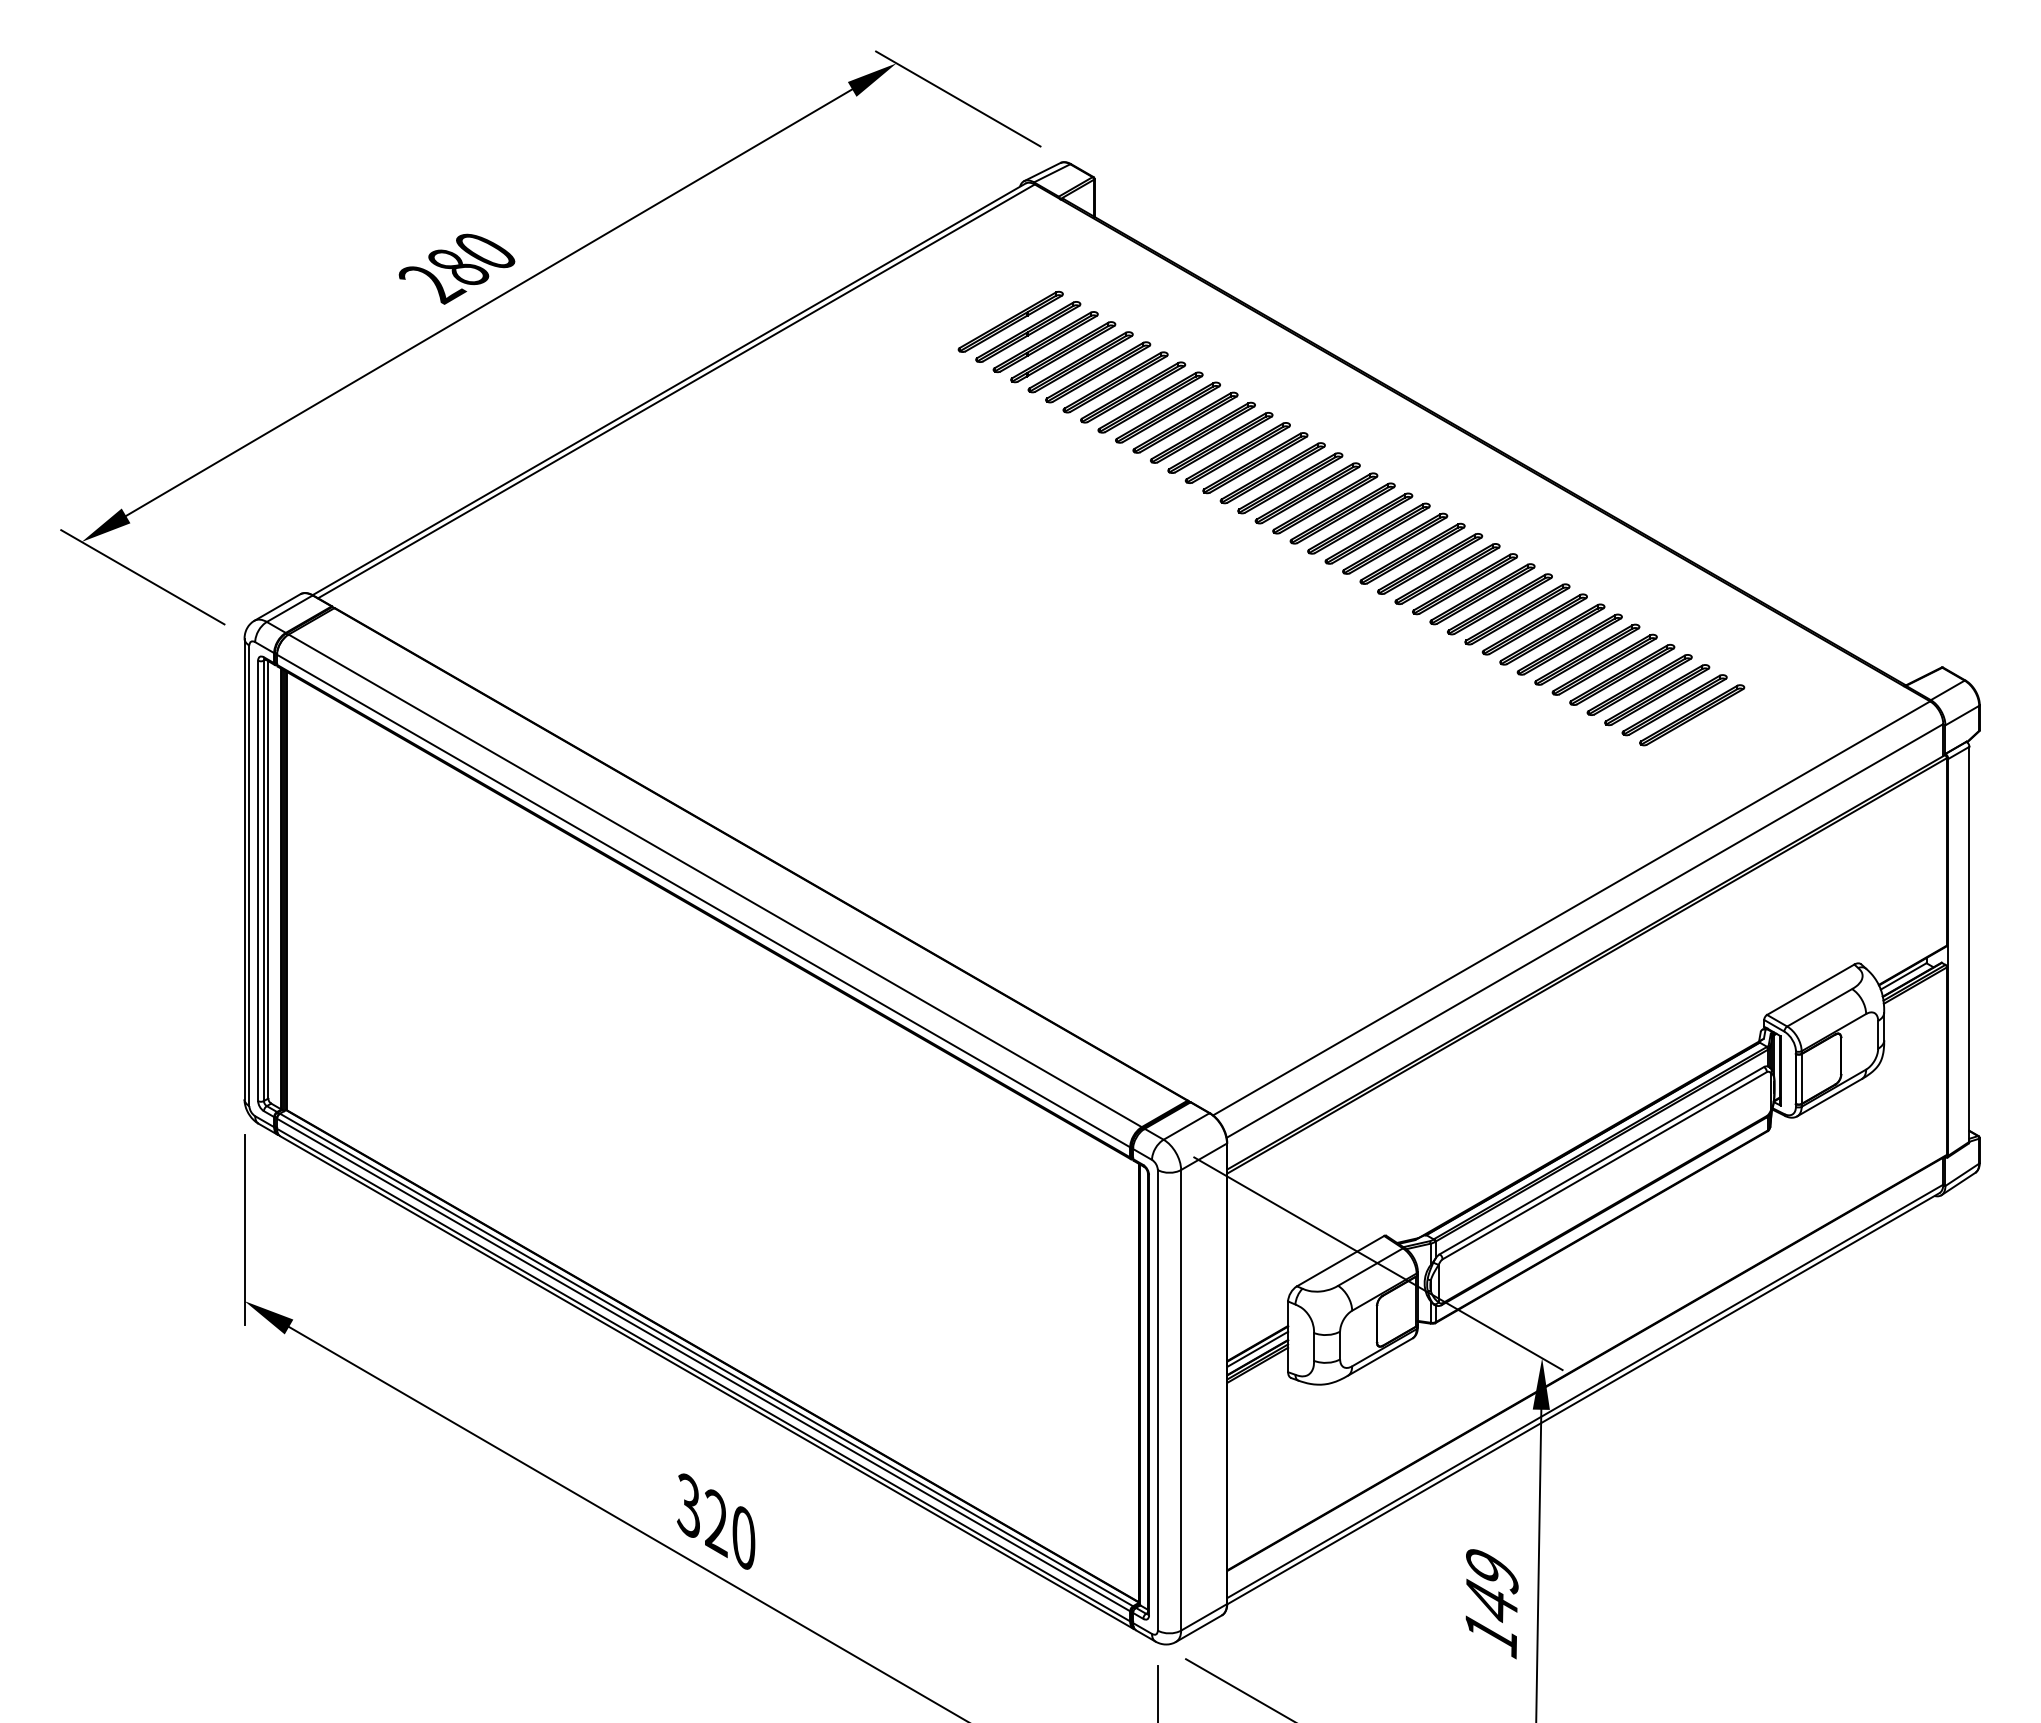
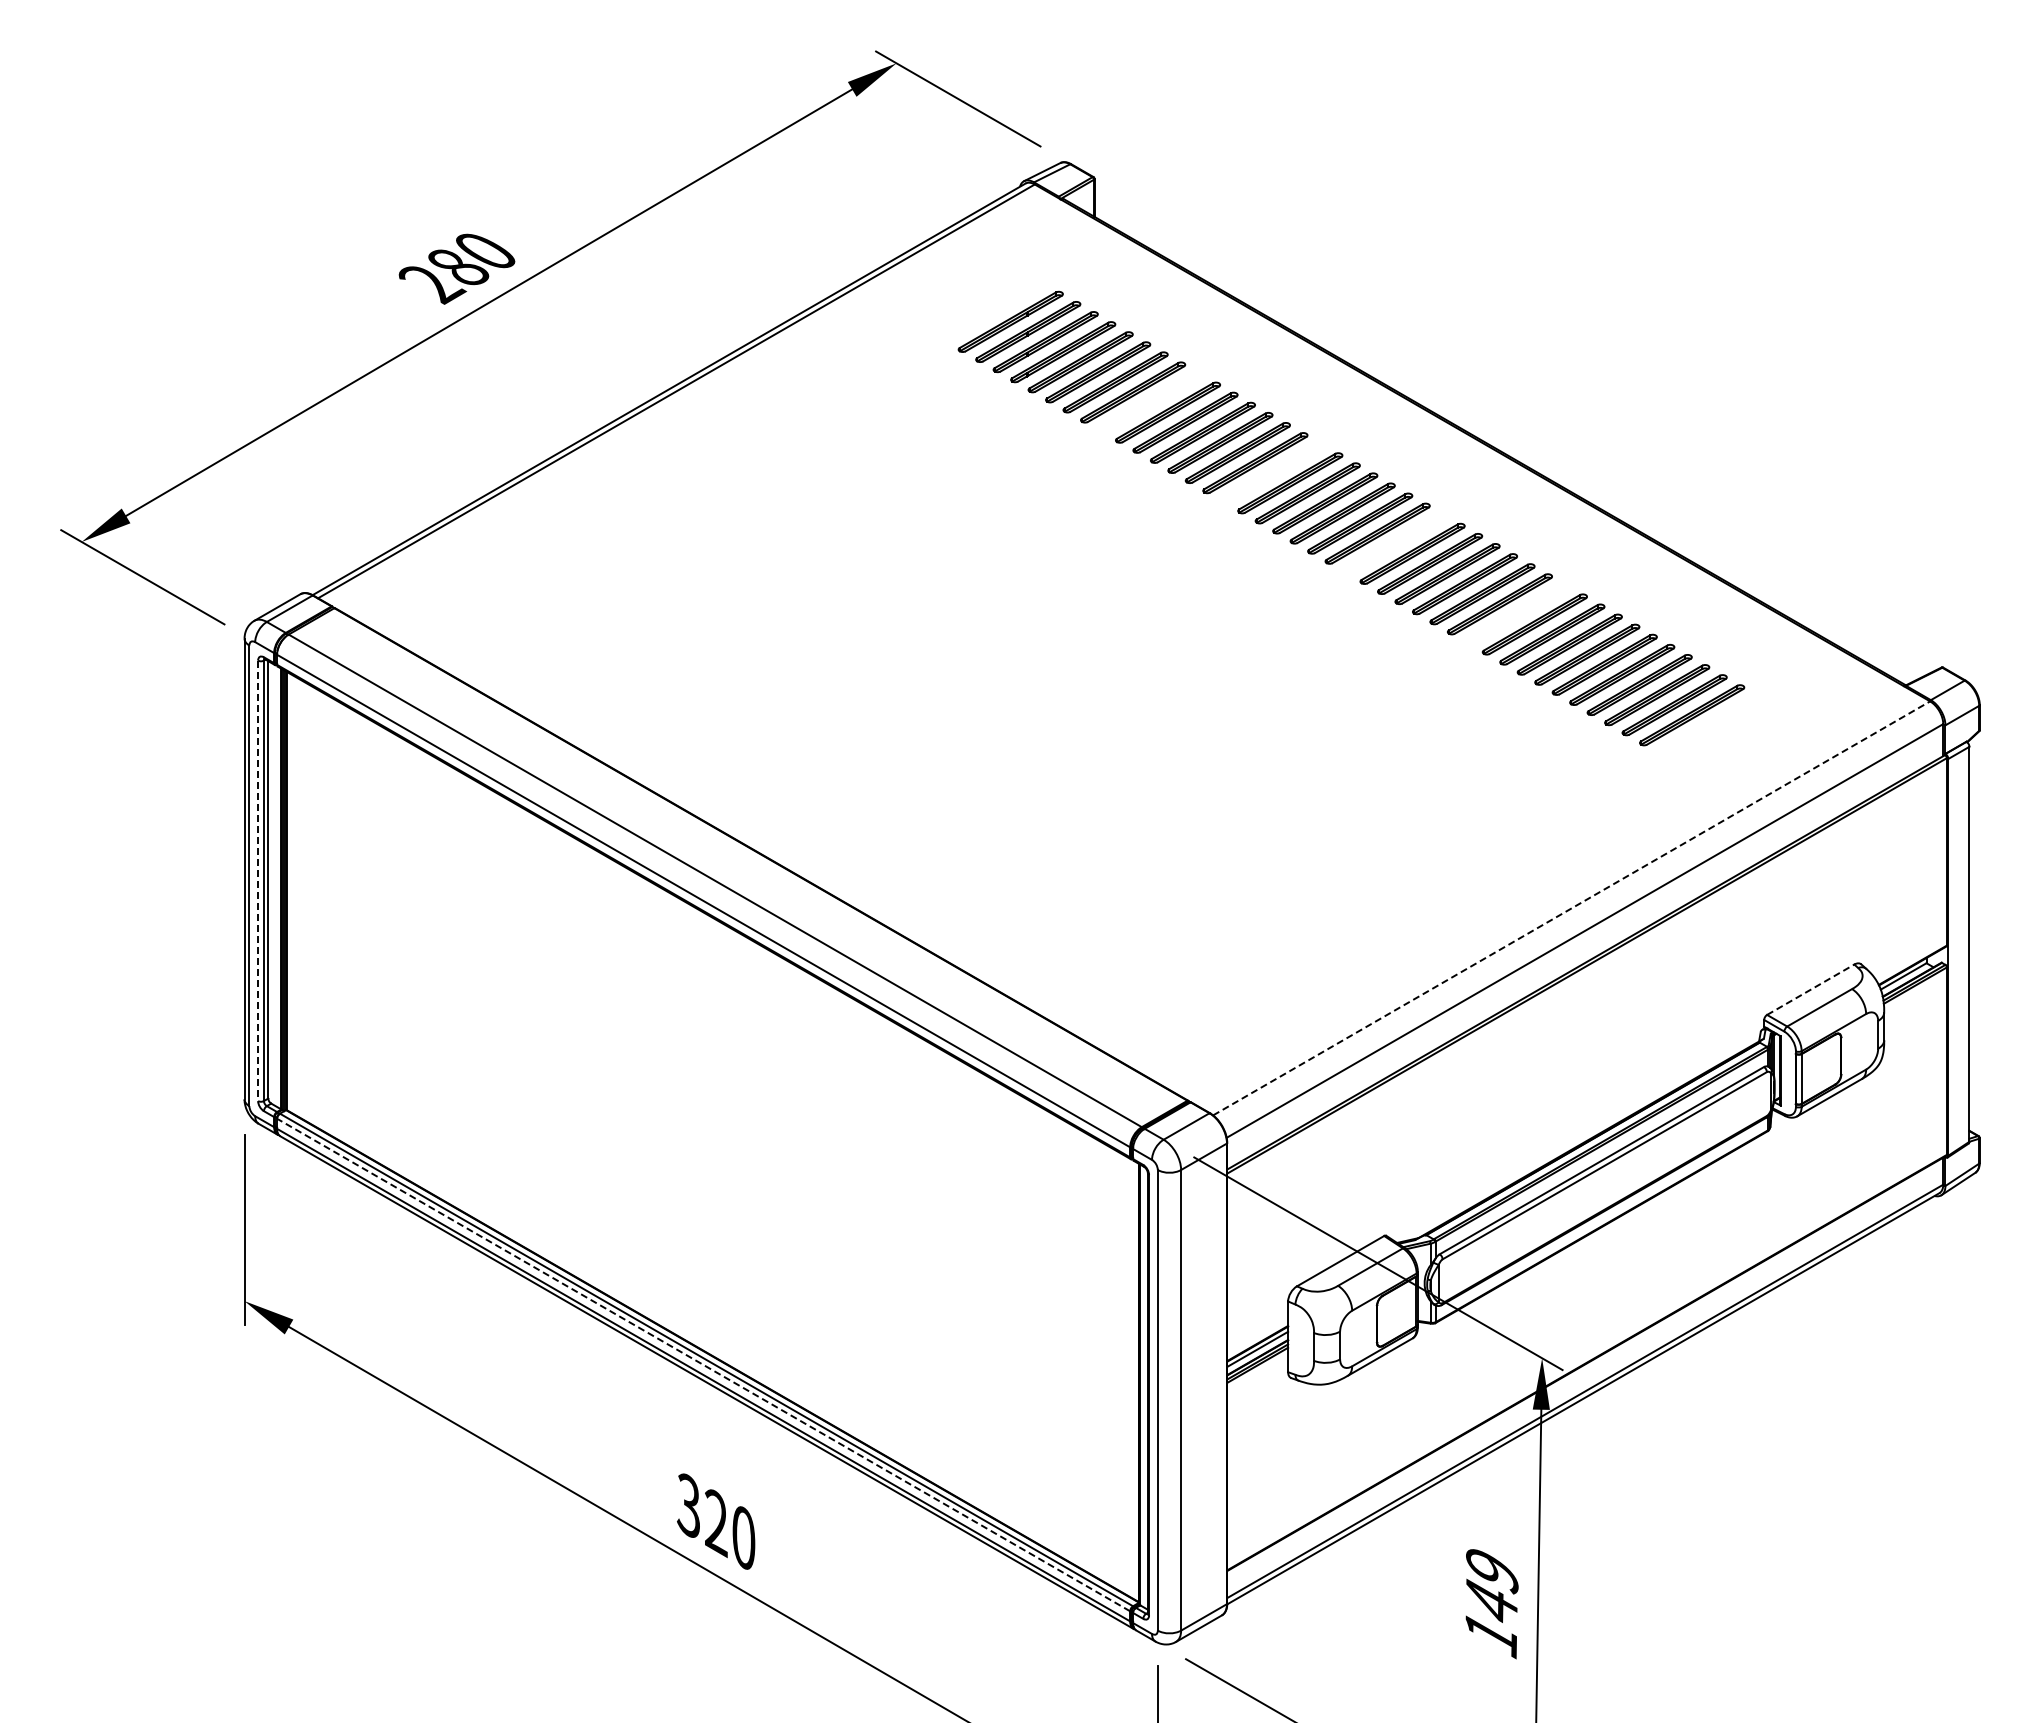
part at (1150, 402): present -> none
part at (1272, 473): present -> none
part at (1395, 543): present -> none
part at (1517, 614): present -> none
line at (258, 881): solid -> dashed
line at (1571, 908): solid -> dashed
line at (1811, 989): solid -> dashed
line at (703, 1365): solid -> dashed
